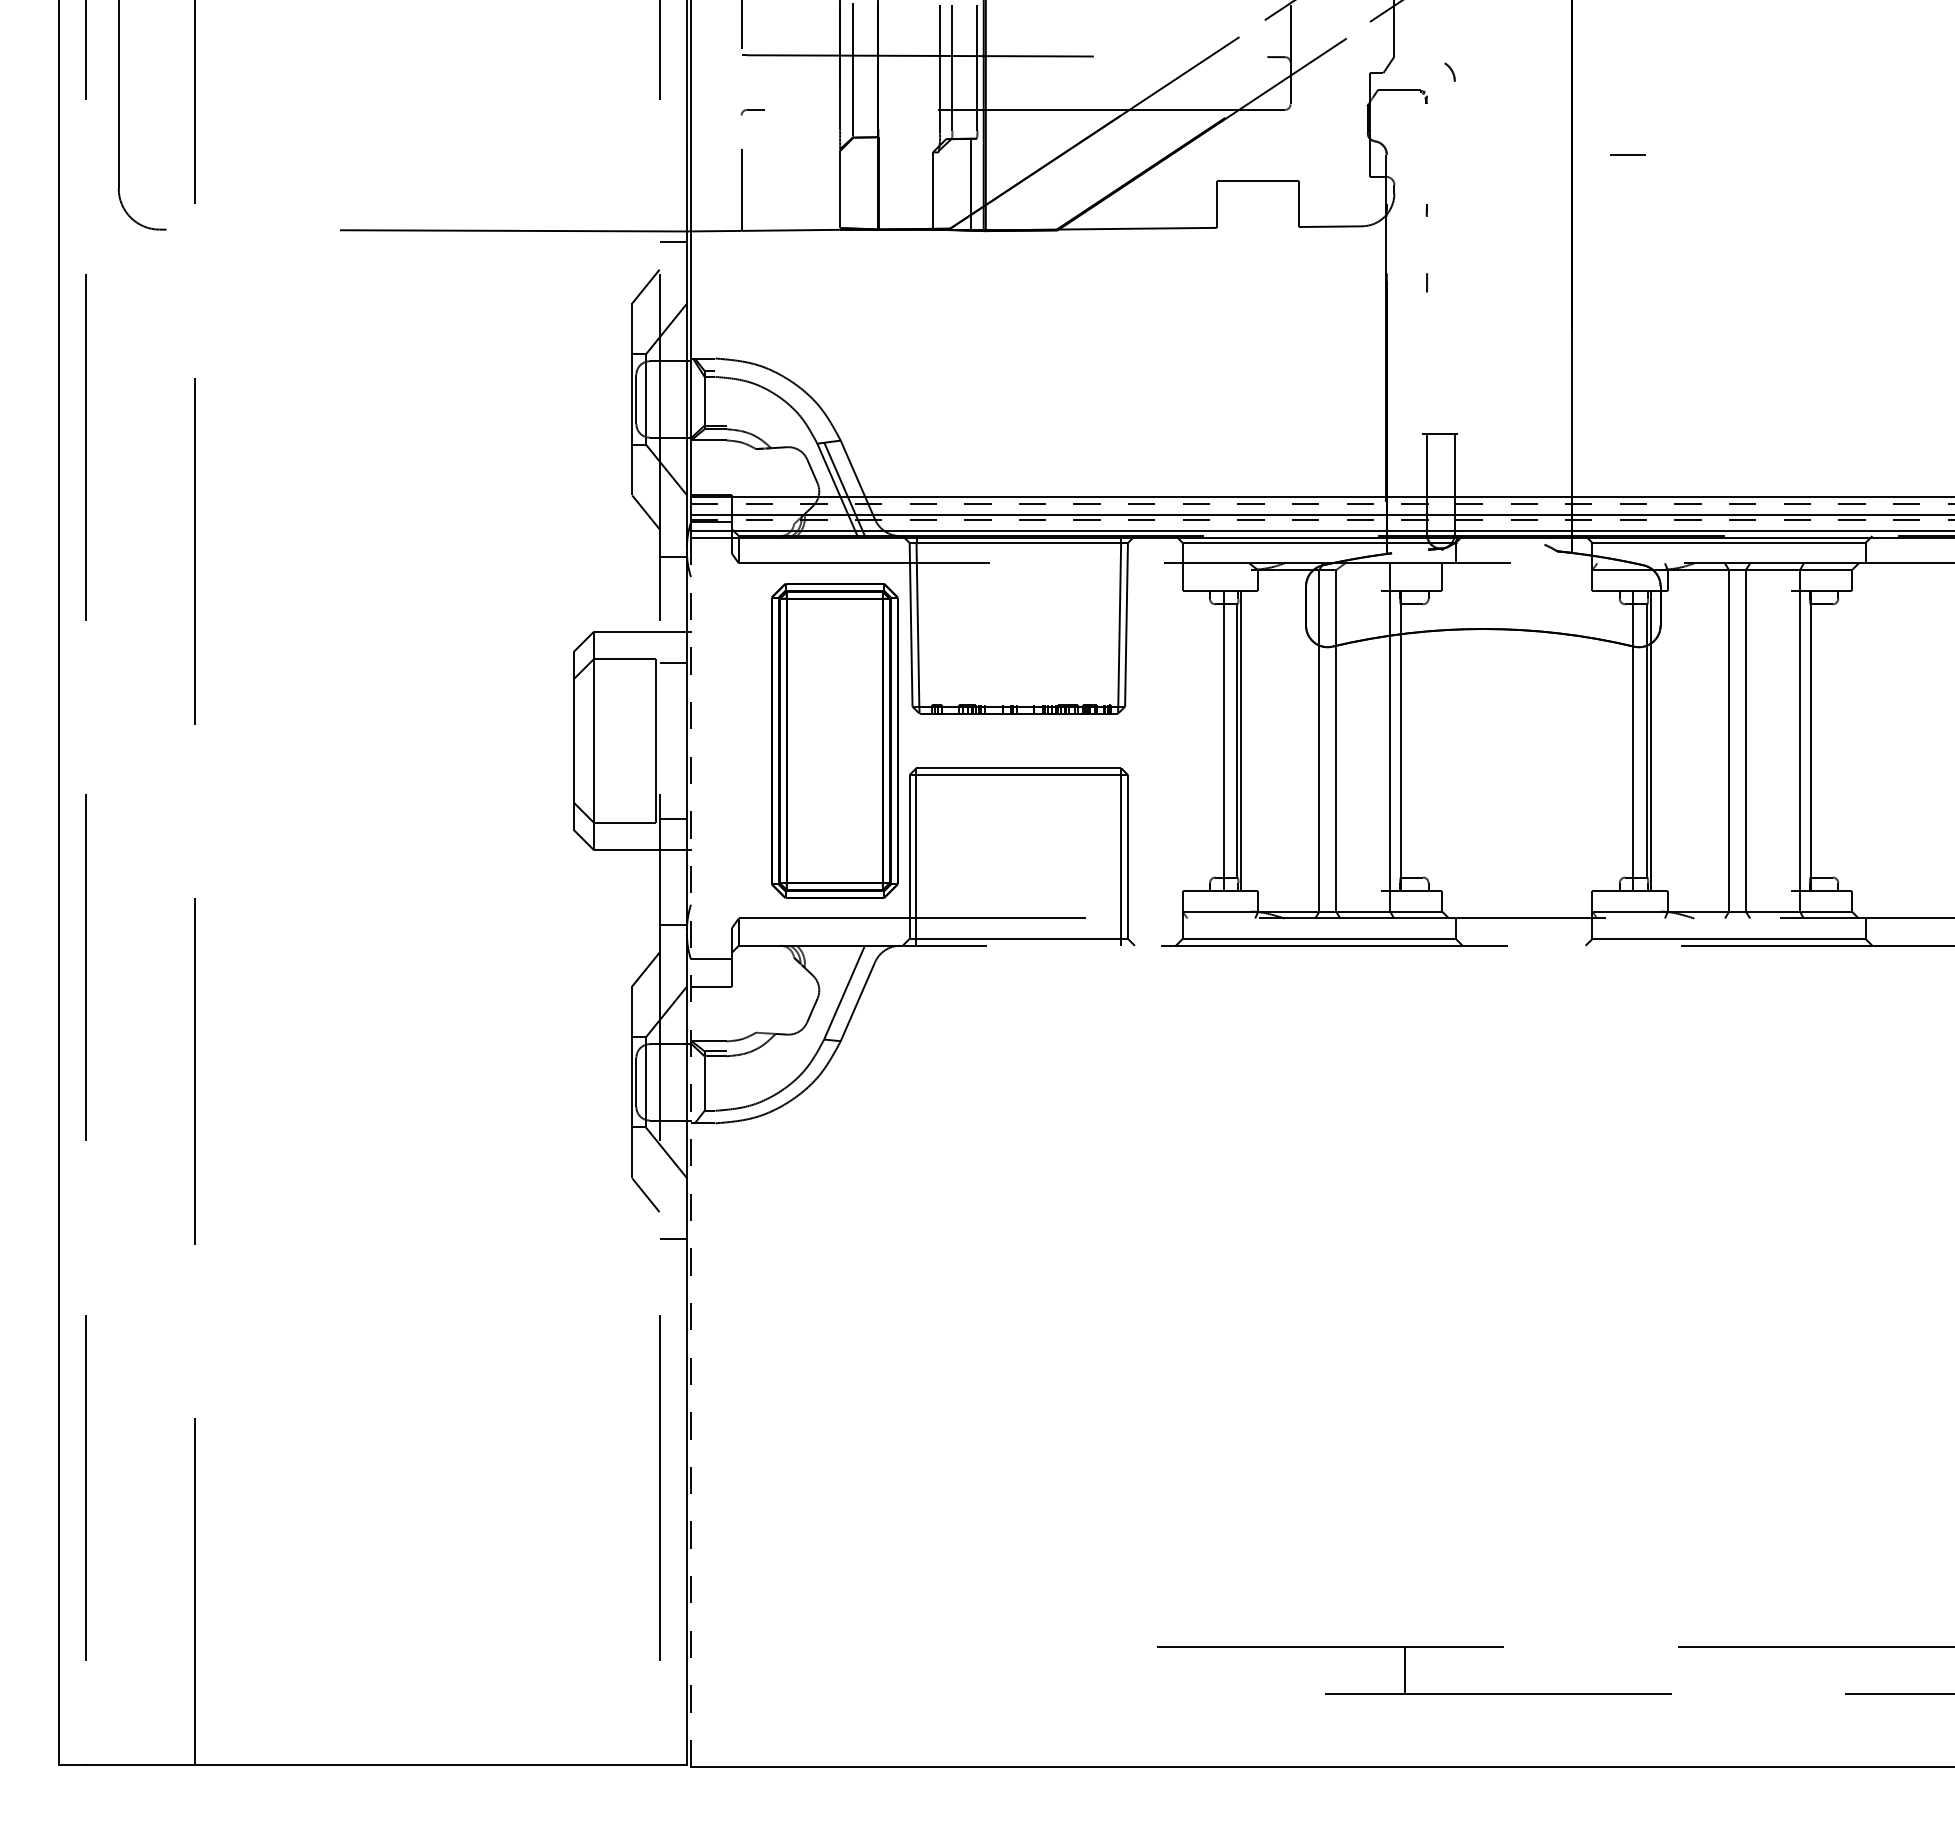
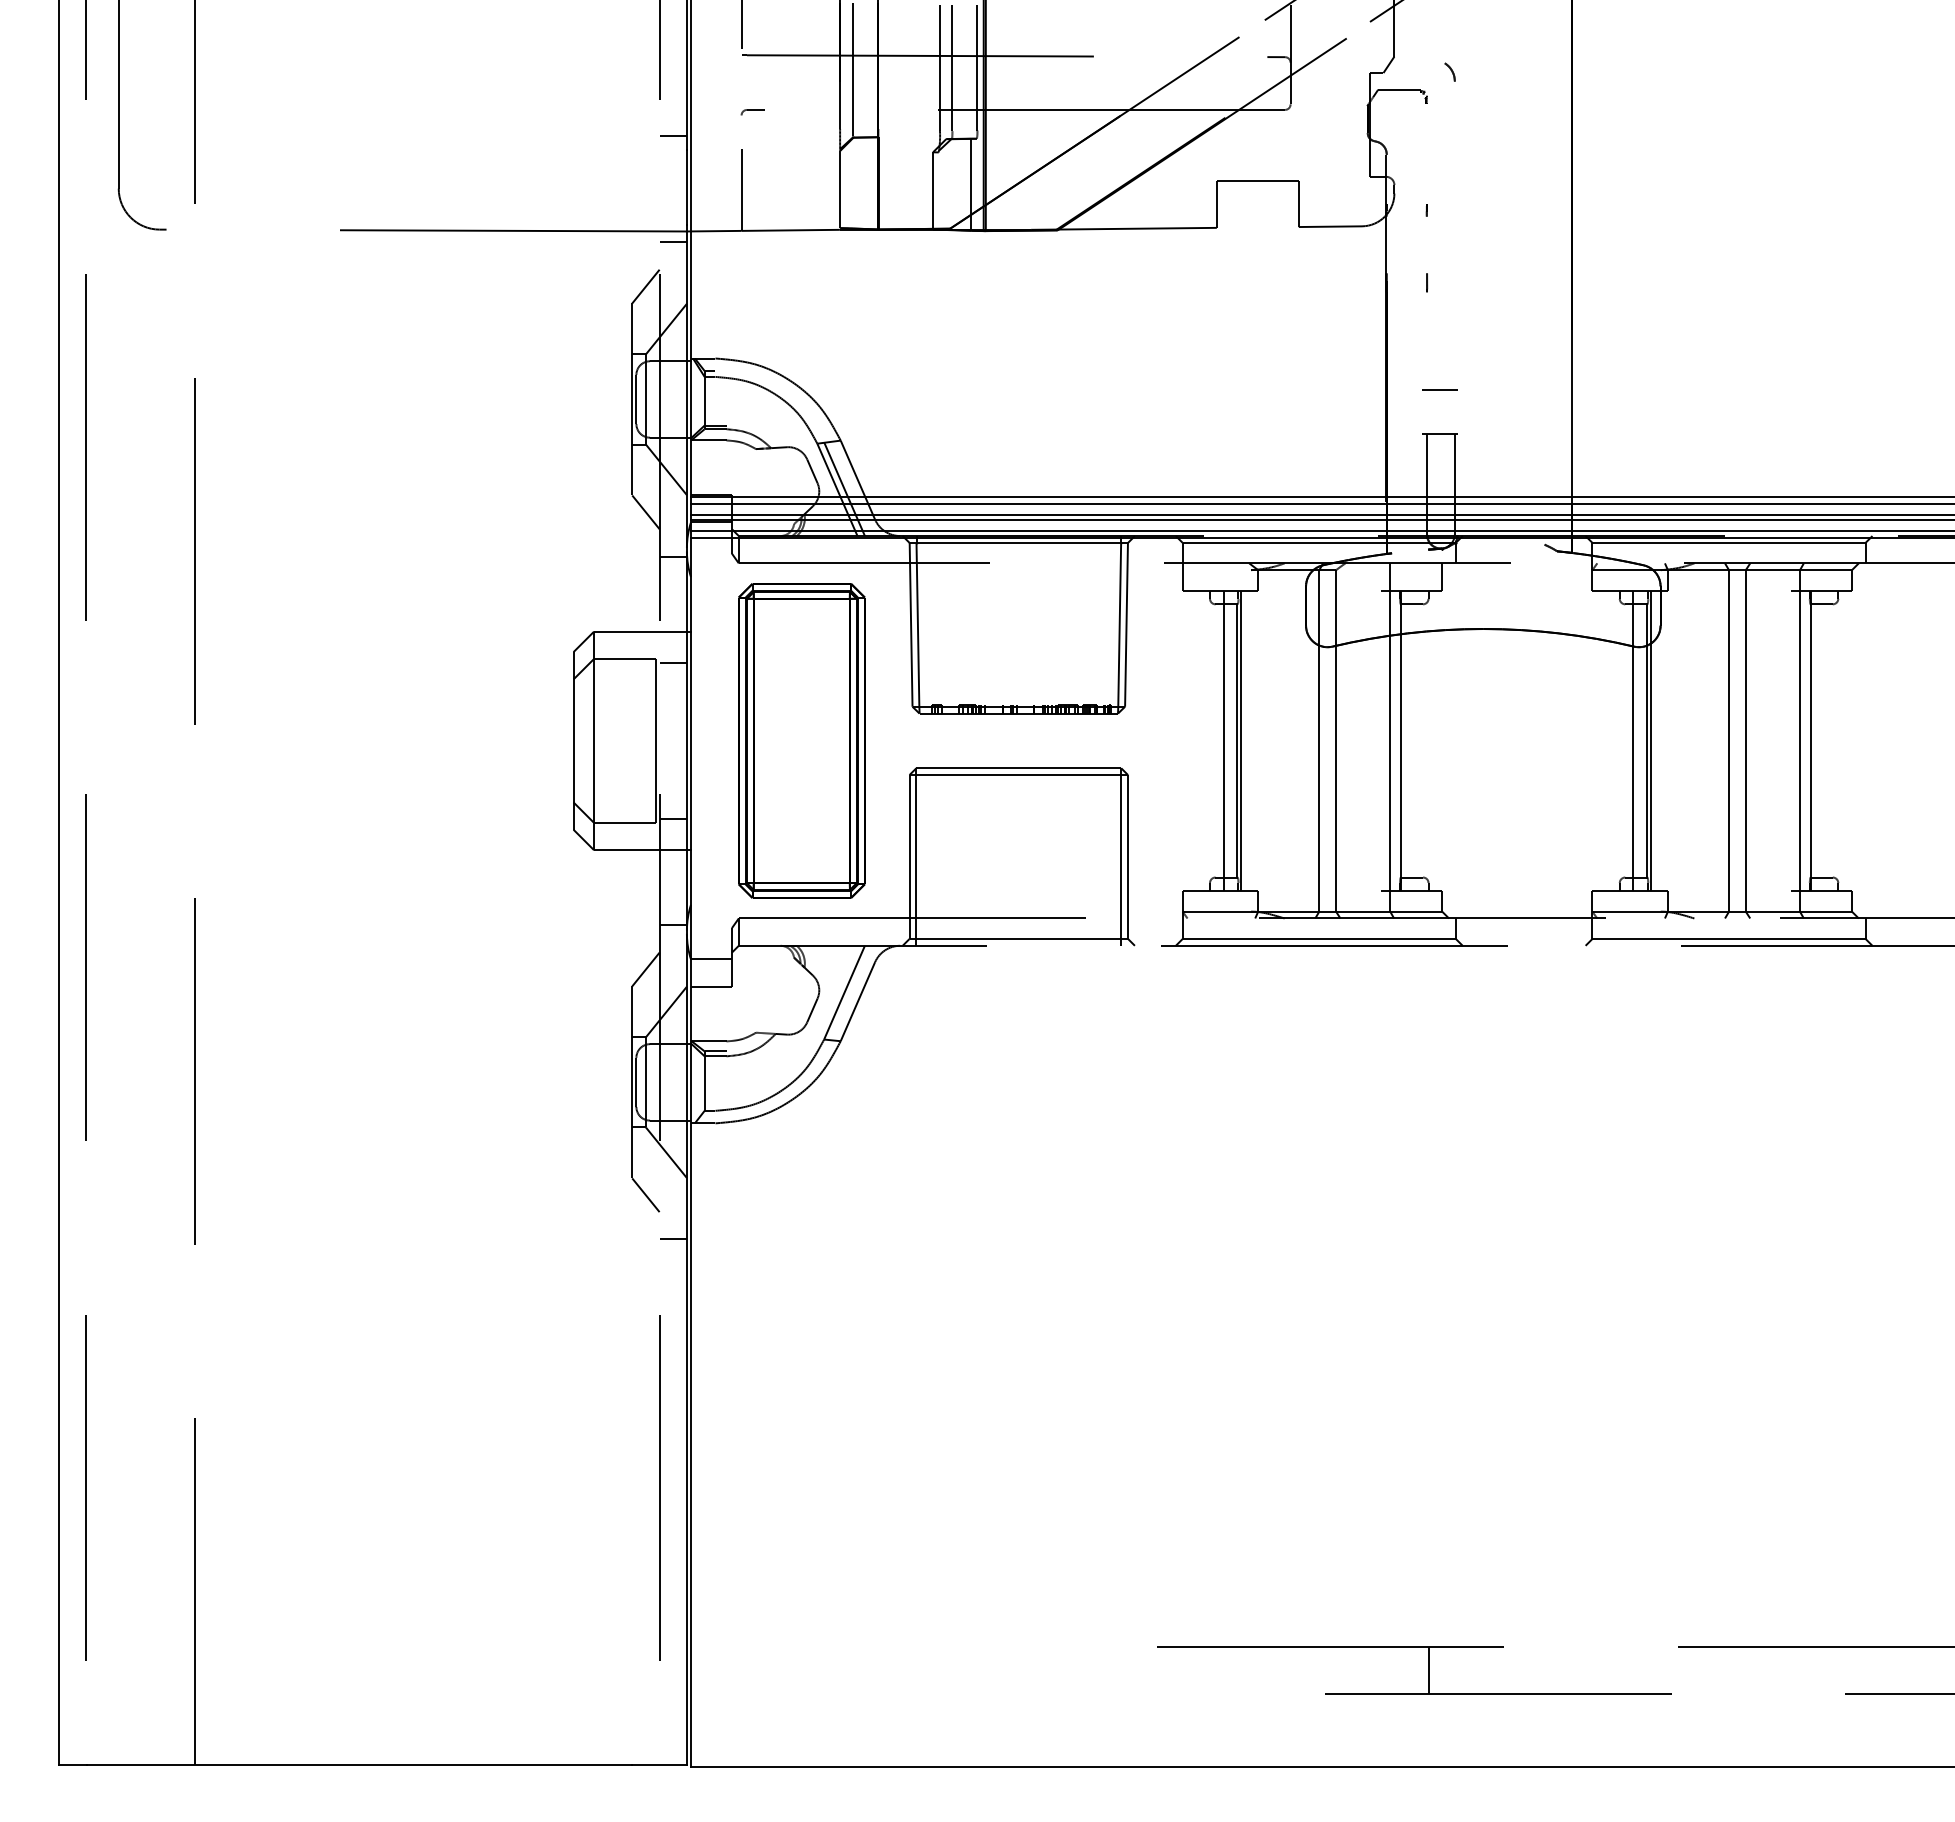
line at (672, 136): none -> present
line at (1627, 154) position: (1627, 154) -> (1439, 389)
line at (1322, 503): dashed -> solid
line at (1322, 519): dashed -> solid
part at (834, 740) position: (834, 740) -> (801, 740)
line at (691, 1152): dashed -> solid
line at (1404, 1670) position: (1404, 1670) -> (1428, 1670)
